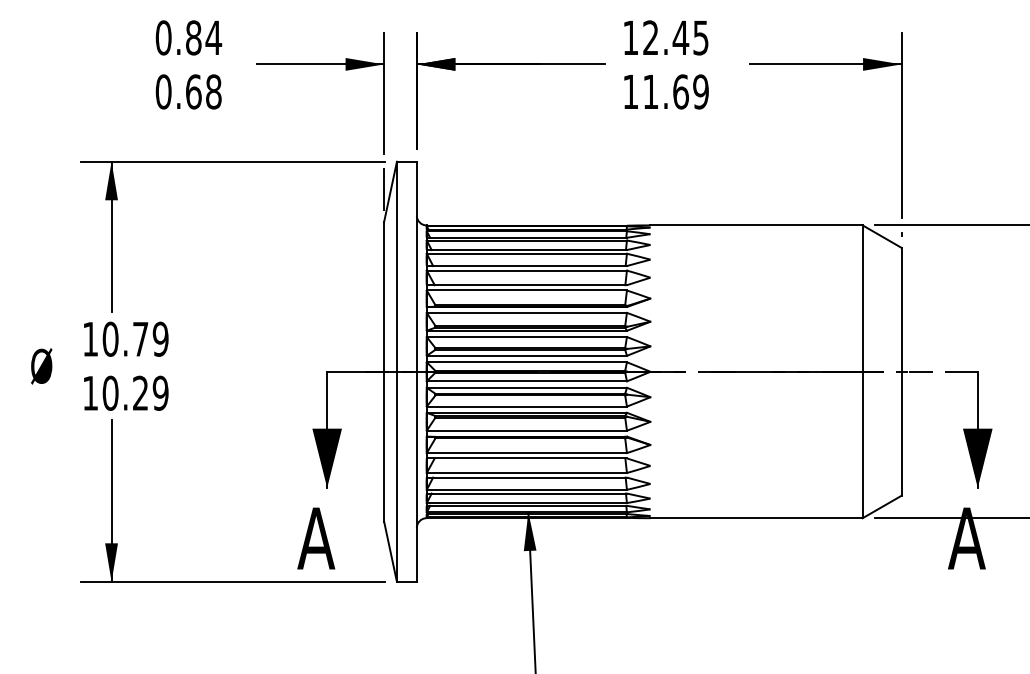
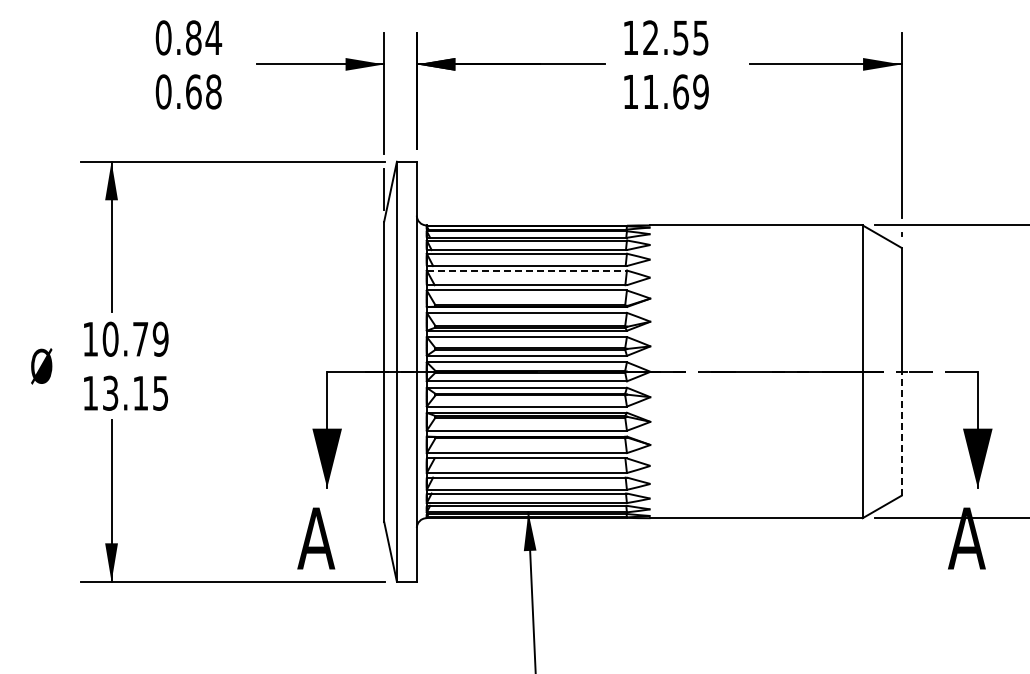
text at (680, 37): 12.45 -> 12.55
line at (527, 270): solid -> dashed
text at (135, 392): 10.29 -> 13.15
line at (901, 433): solid -> dashed
